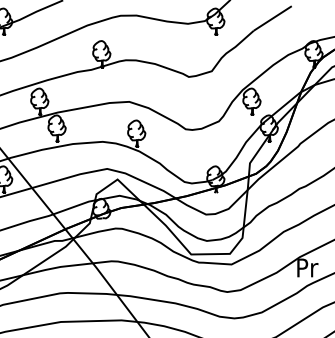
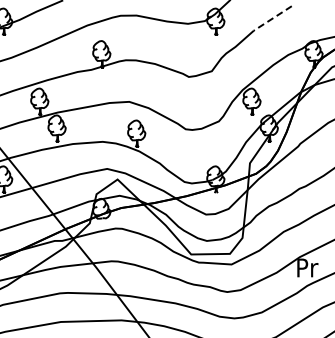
line at (272, 18): solid -> dashed
